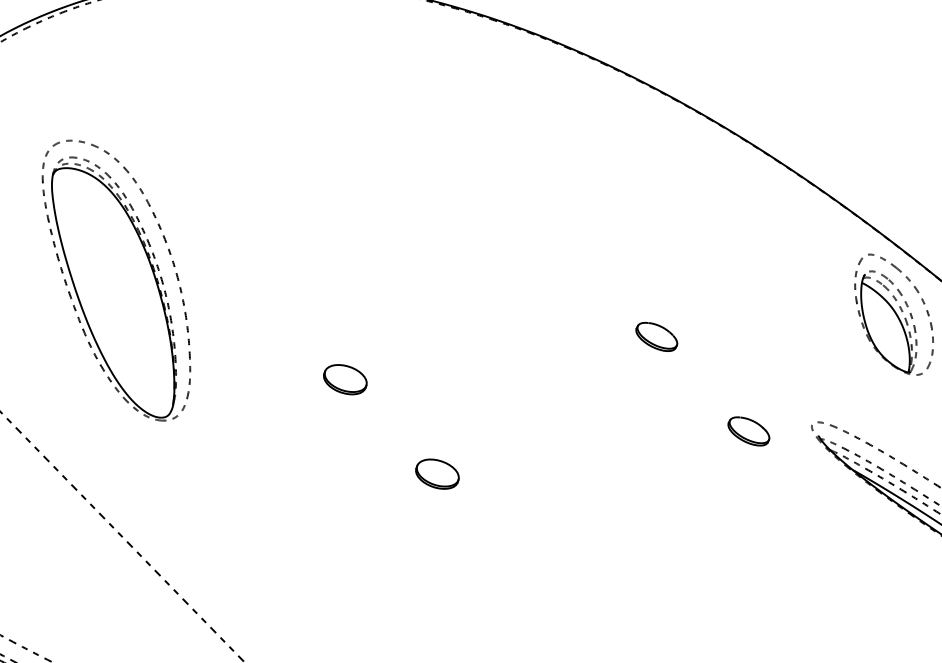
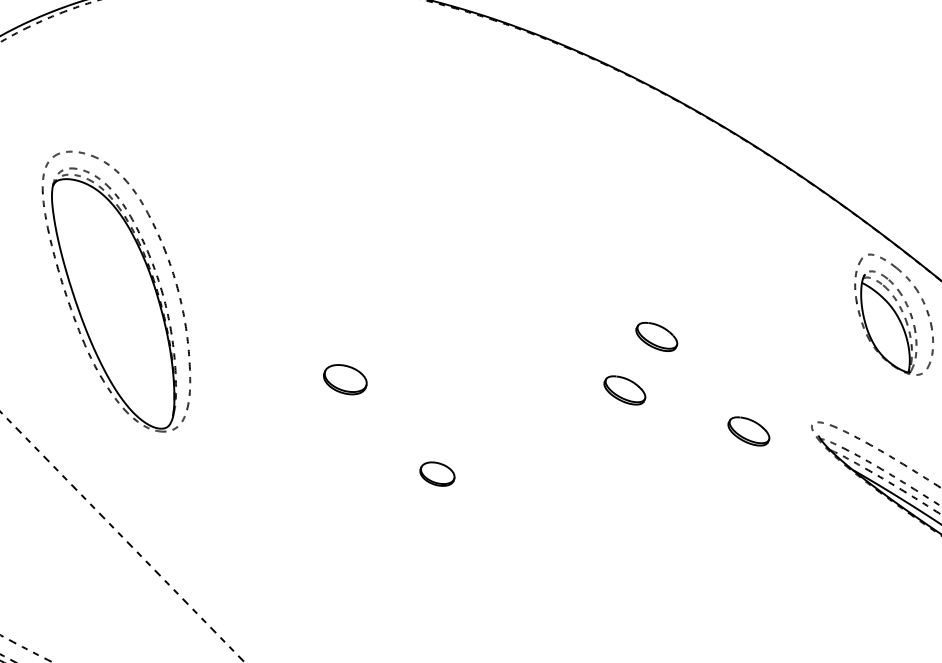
part at (116, 280) position: (116, 280) -> (116, 291)
part at (624, 390): none -> present
part at (437, 473) size: 45x32 px -> 37x26 px
